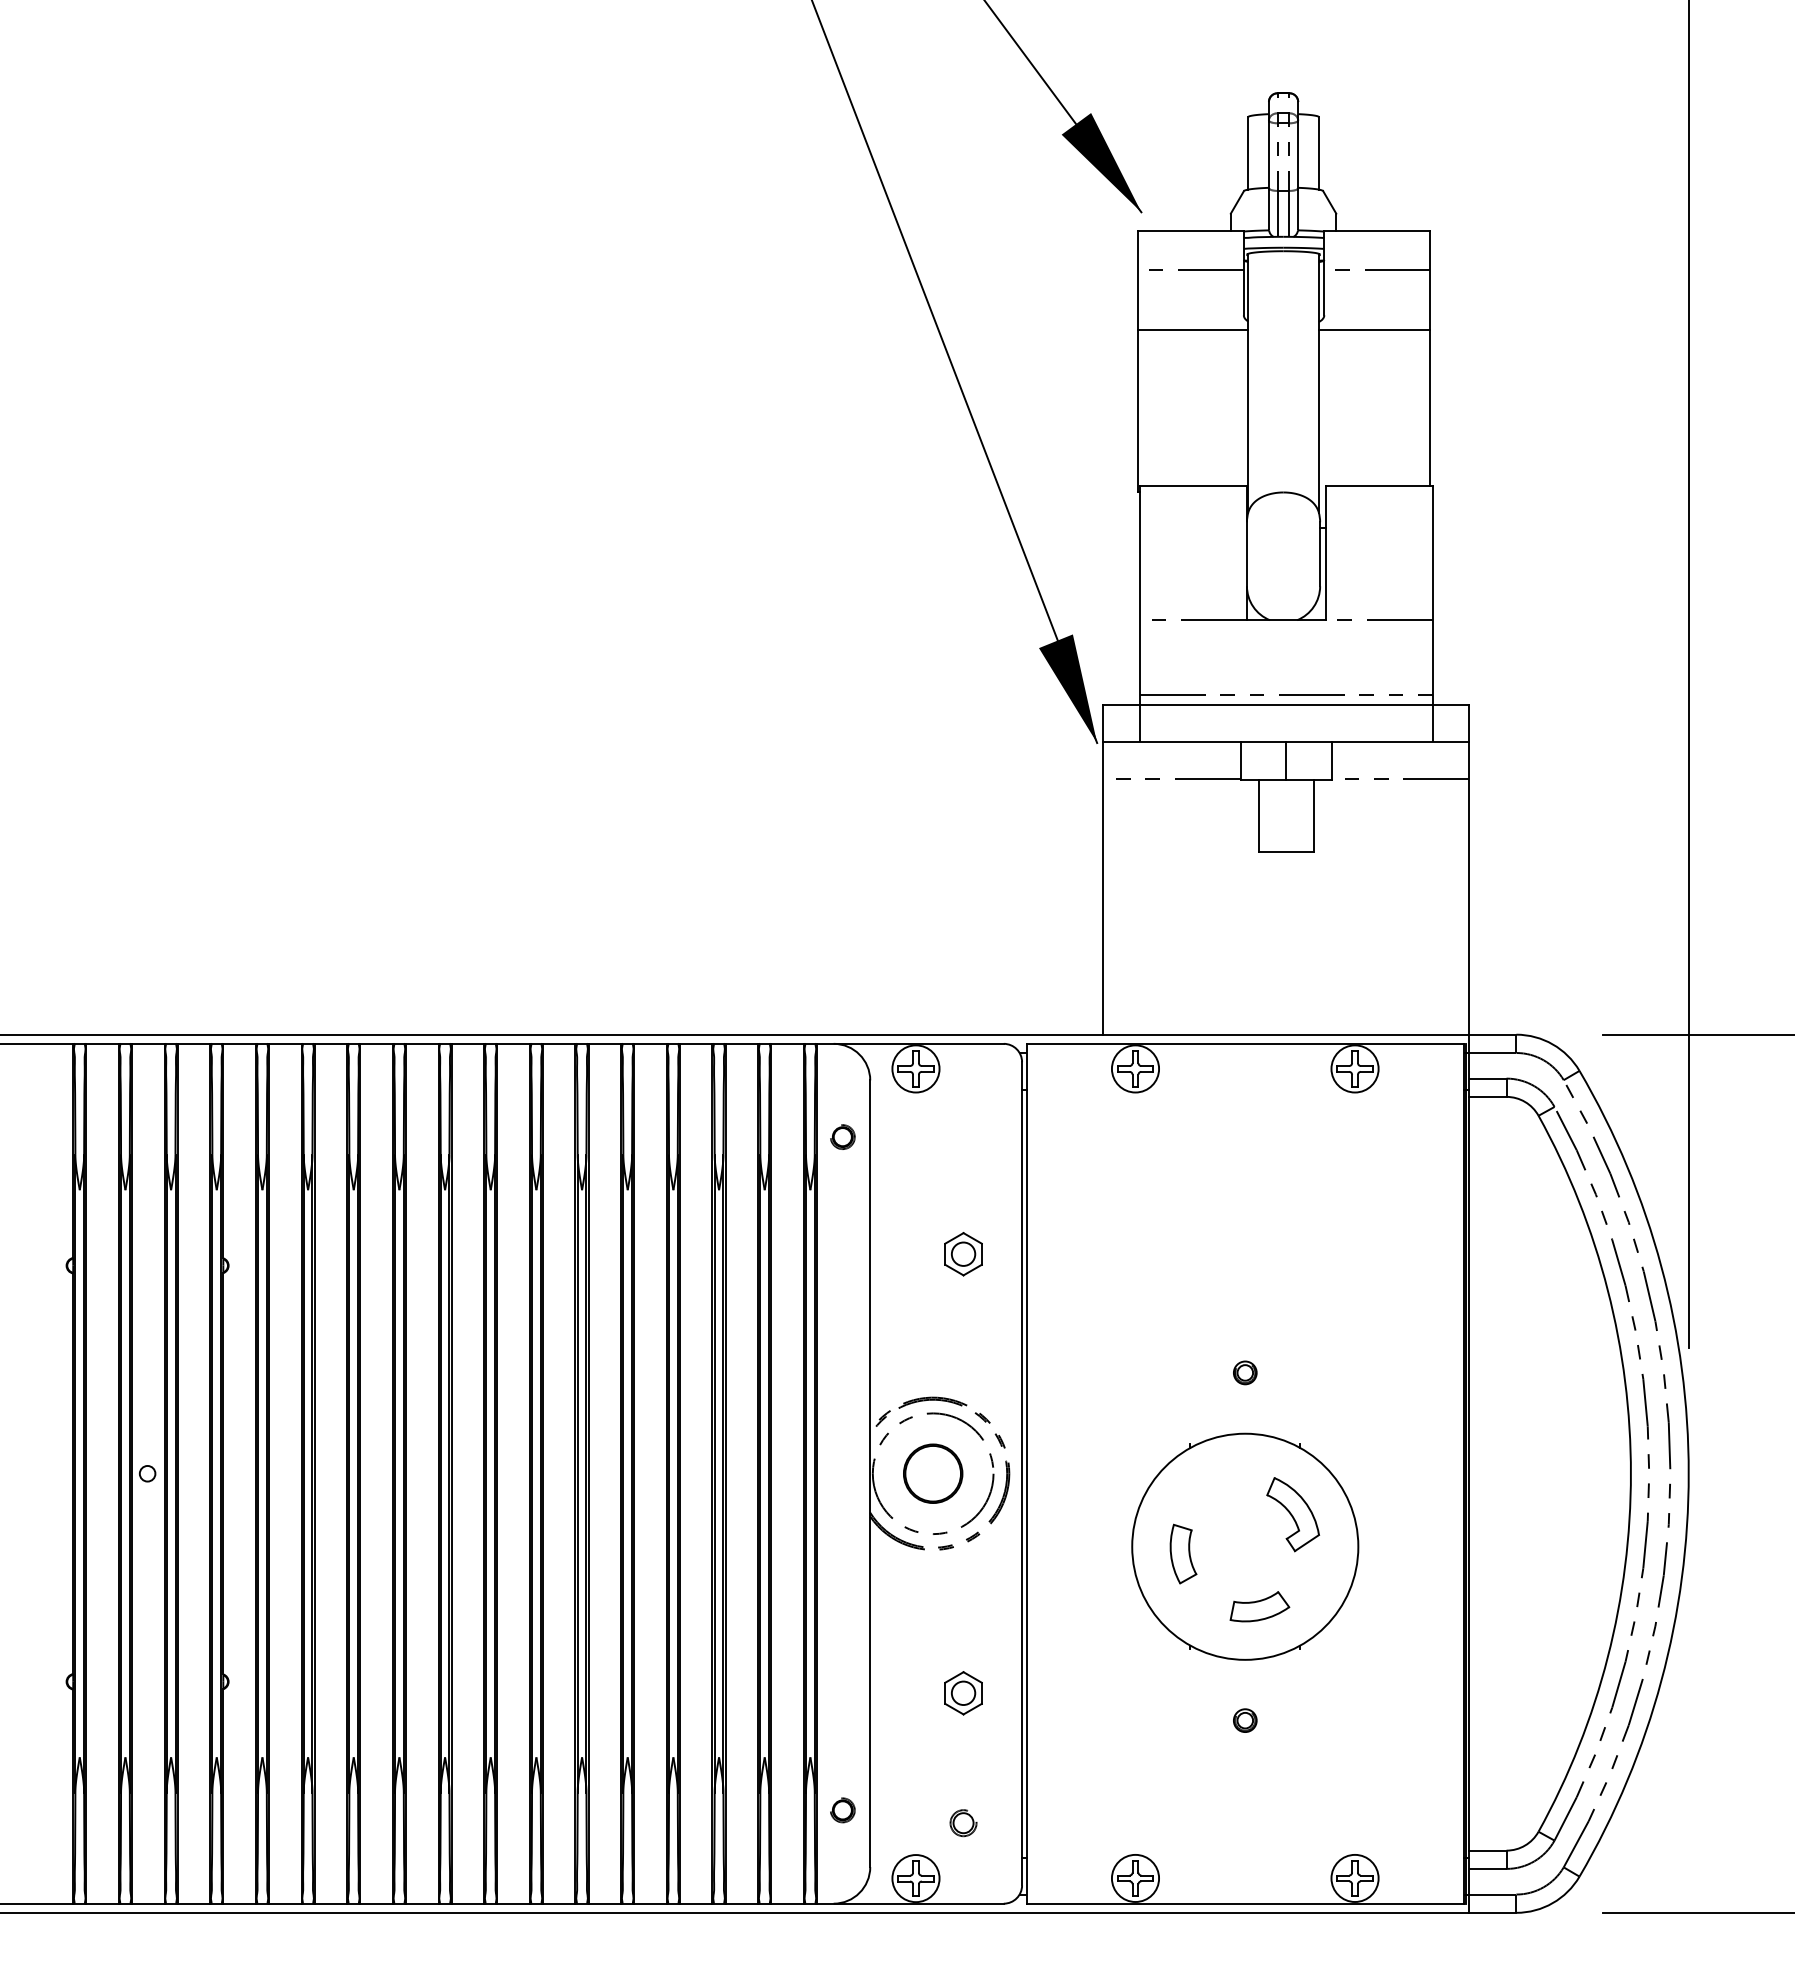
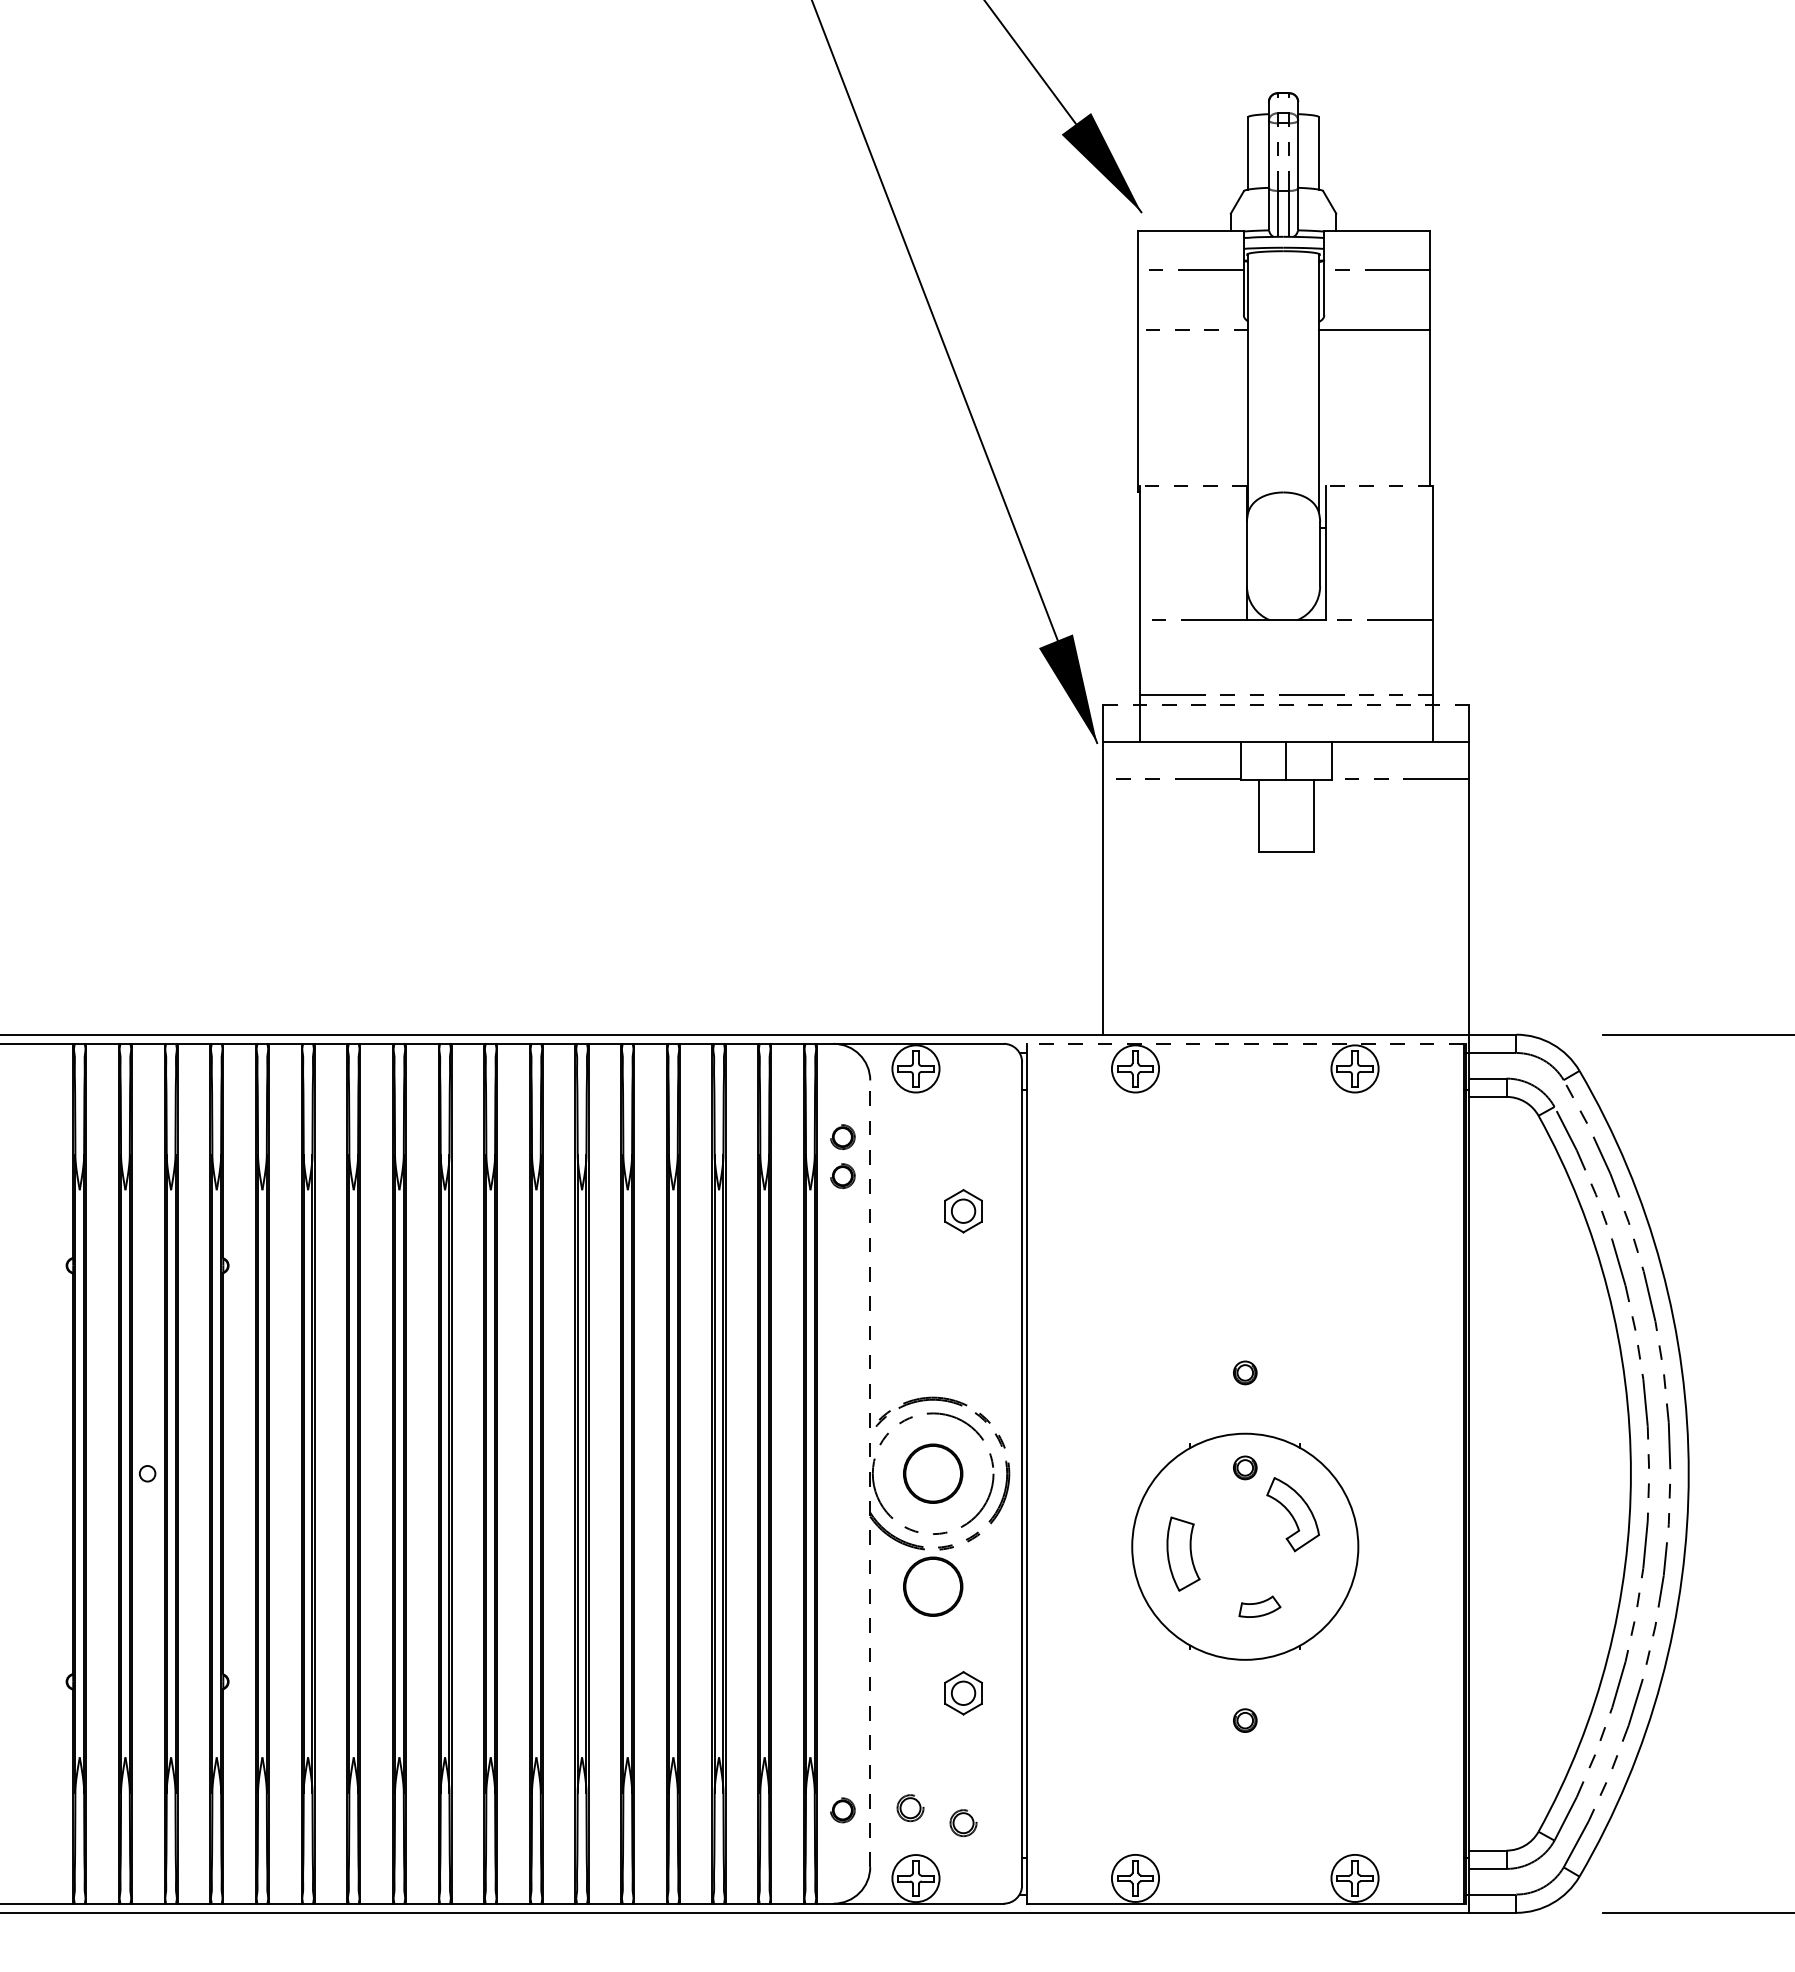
line at (1192, 330): solid -> dashed
line at (1193, 485): solid -> dashed
line at (1379, 485): solid -> dashed
line at (1688, 674): present -> none
line at (1286, 705): solid -> dashed
line at (1244, 1043): solid -> dashed
part at (842, 1175): none -> present
part at (963, 1254) position: (963, 1254) -> (963, 1211)
part at (1245, 1467): none -> present
line at (870, 1473): solid -> dashed
part at (1183, 1553) size: 29x62 px -> 35x76 px
part at (933, 1586): none -> present
part at (1259, 1606) size: 62x32 px -> 44x23 px
part at (910, 1808): none -> present
